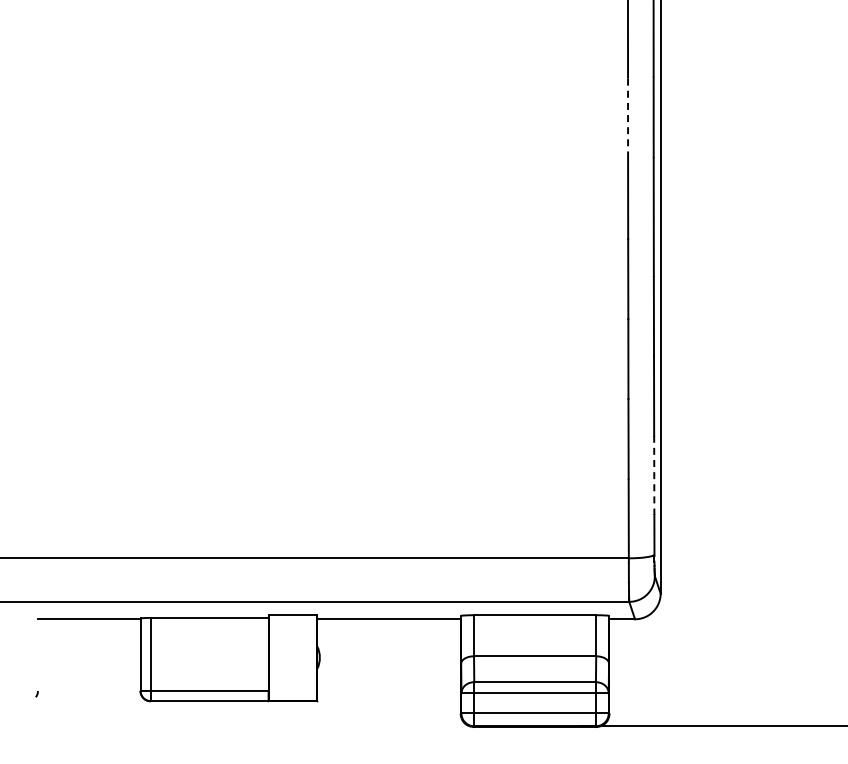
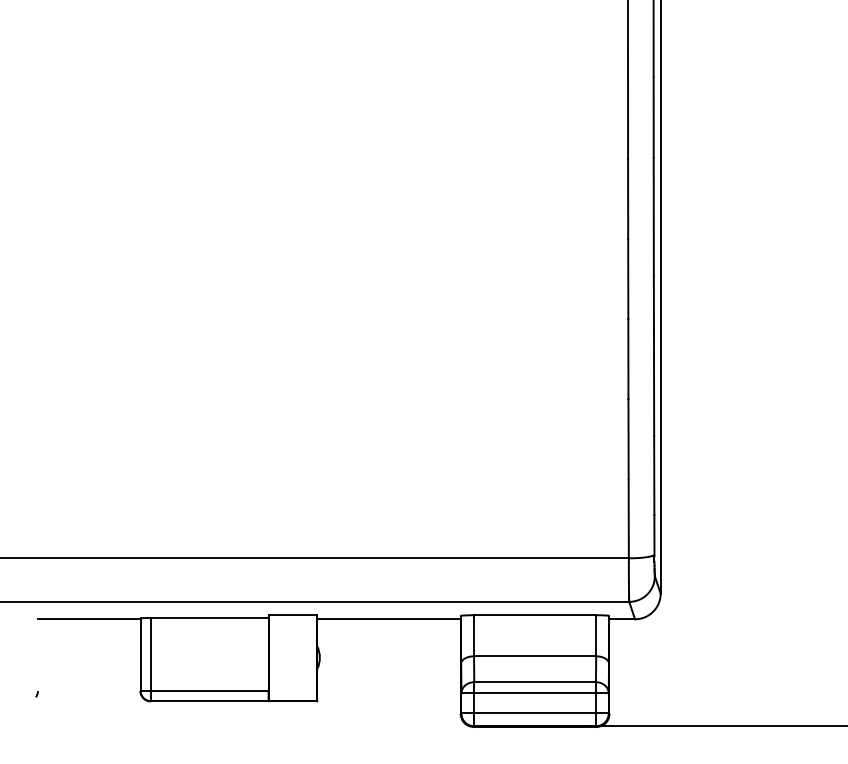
line at (628, 119): dashed -> solid
line at (654, 475): dashed -> solid
